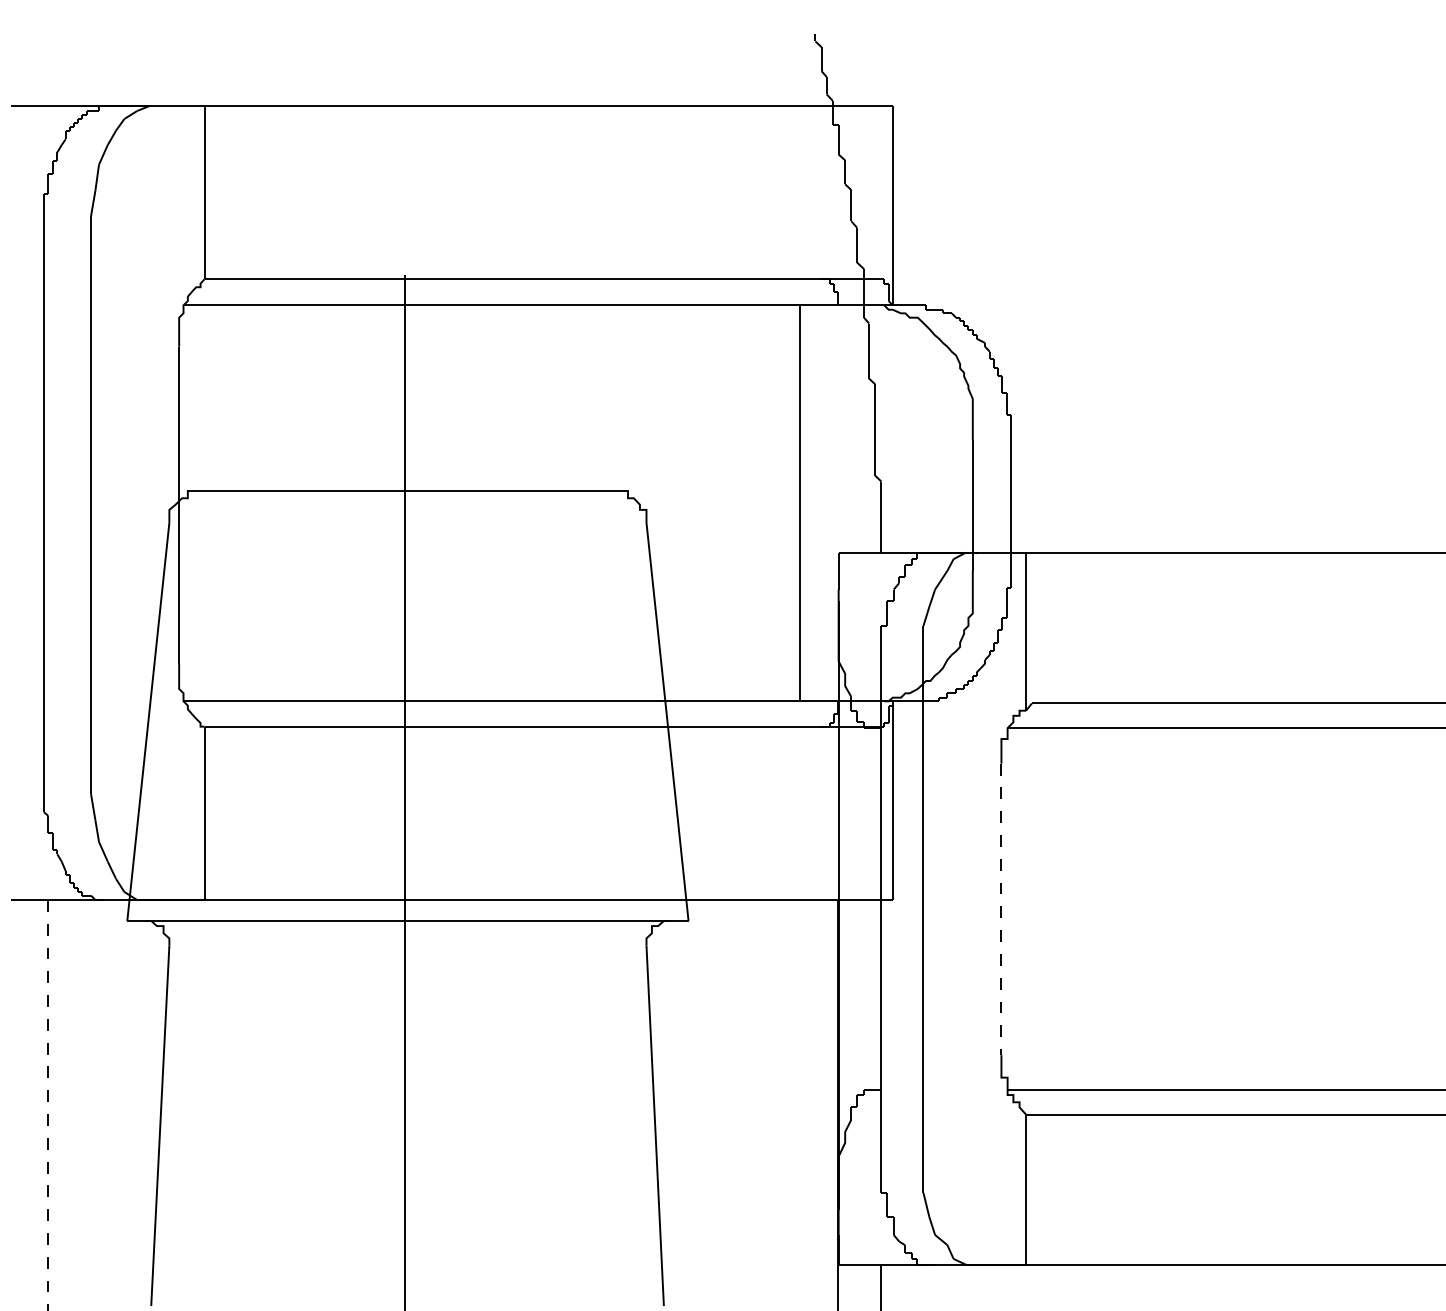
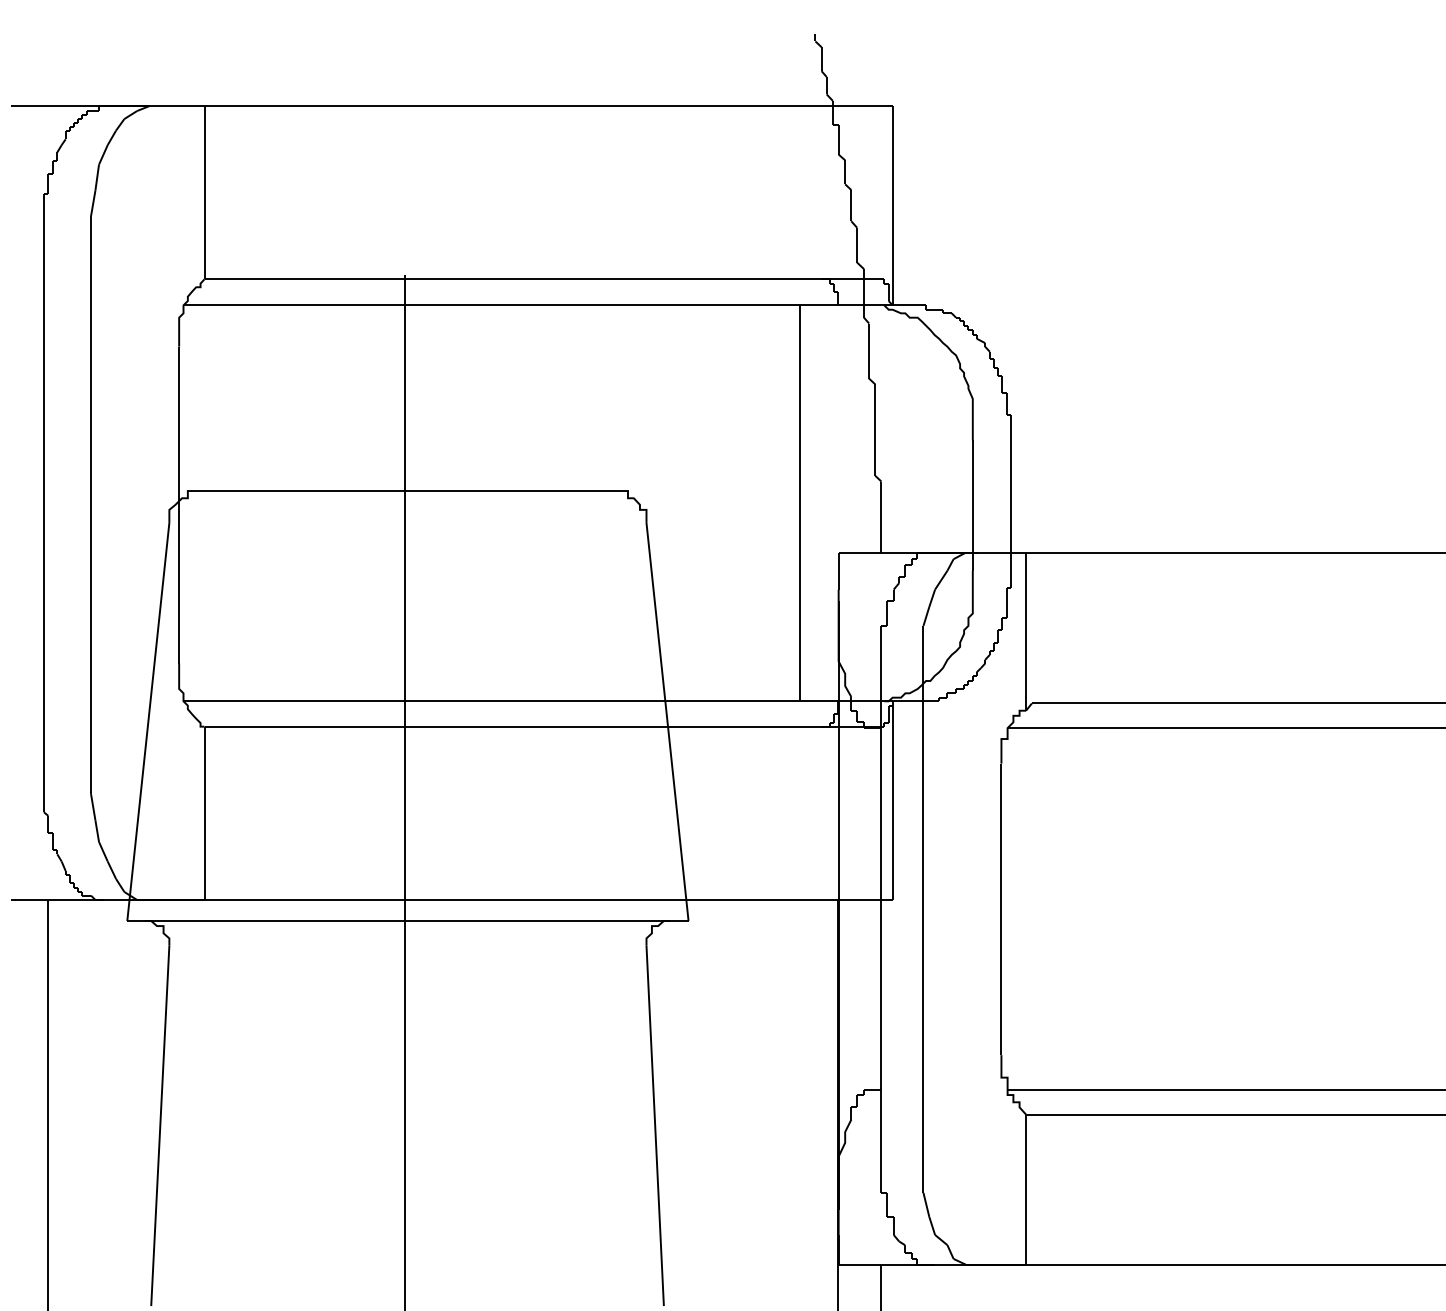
line at (1001, 909): dashed -> solid
line at (48, 1105): dashed -> solid
